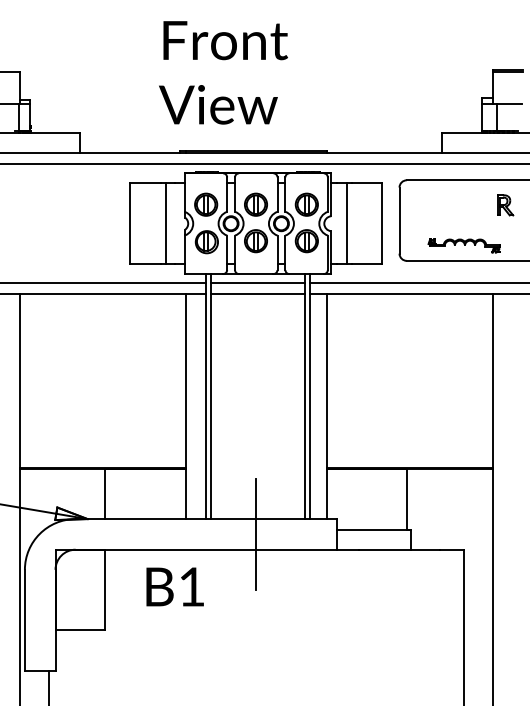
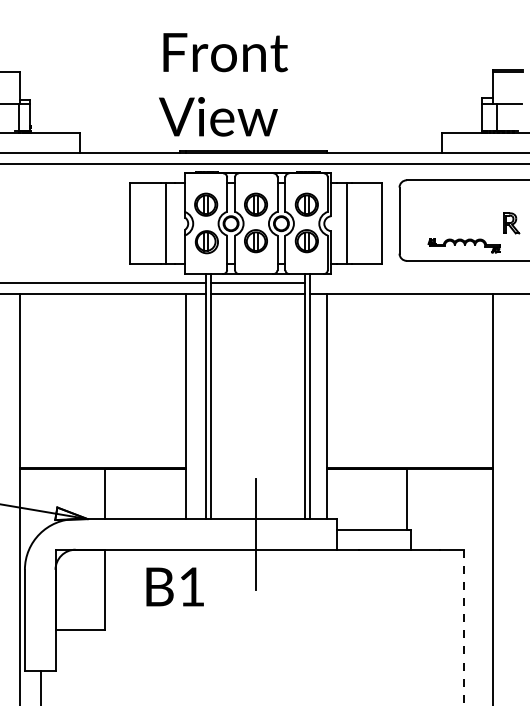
text at (223, 72) position: (223, 72) -> (223, 84)
part at (505, 205) position: (505, 205) -> (511, 223)
line at (417, 283): present -> none
line at (463, 627): solid -> dashed
line at (48, 686) position: (48, 686) -> (40, 686)
